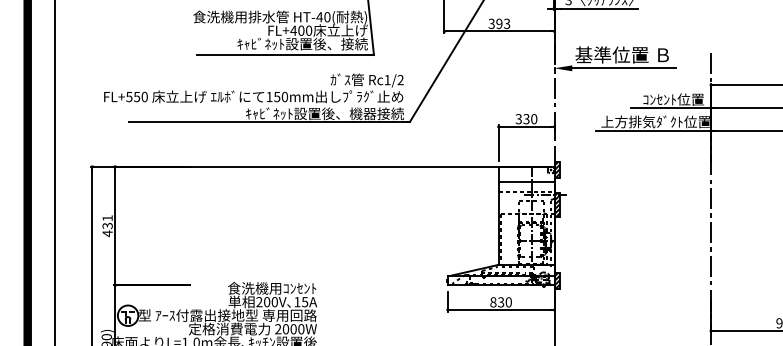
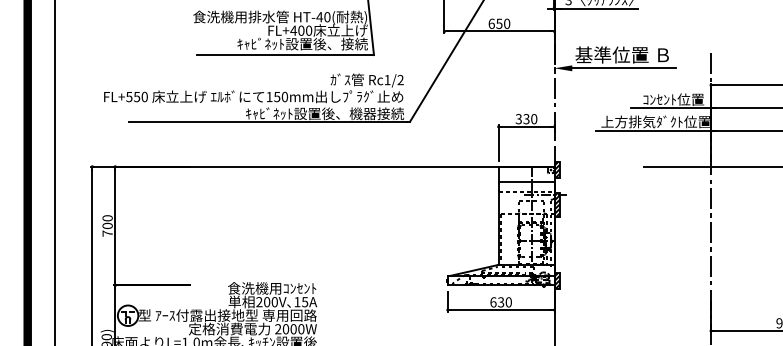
text at (499, 23): 393 -> 650
line at (711, 166): none -> present
text at (107, 226): 431 -> 700
text at (493, 302): 830 -> 630
